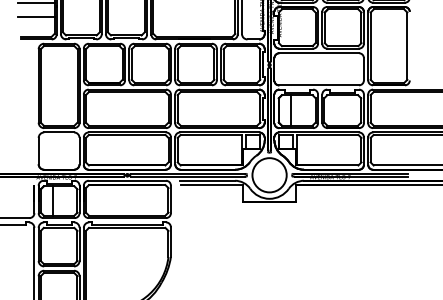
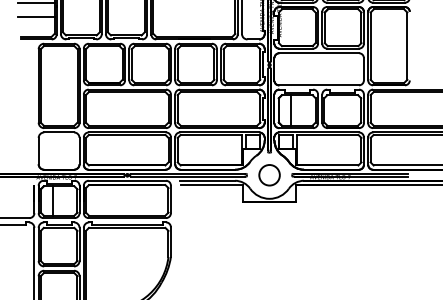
circle at (269, 175) diameter: 34 px -> 21 px
